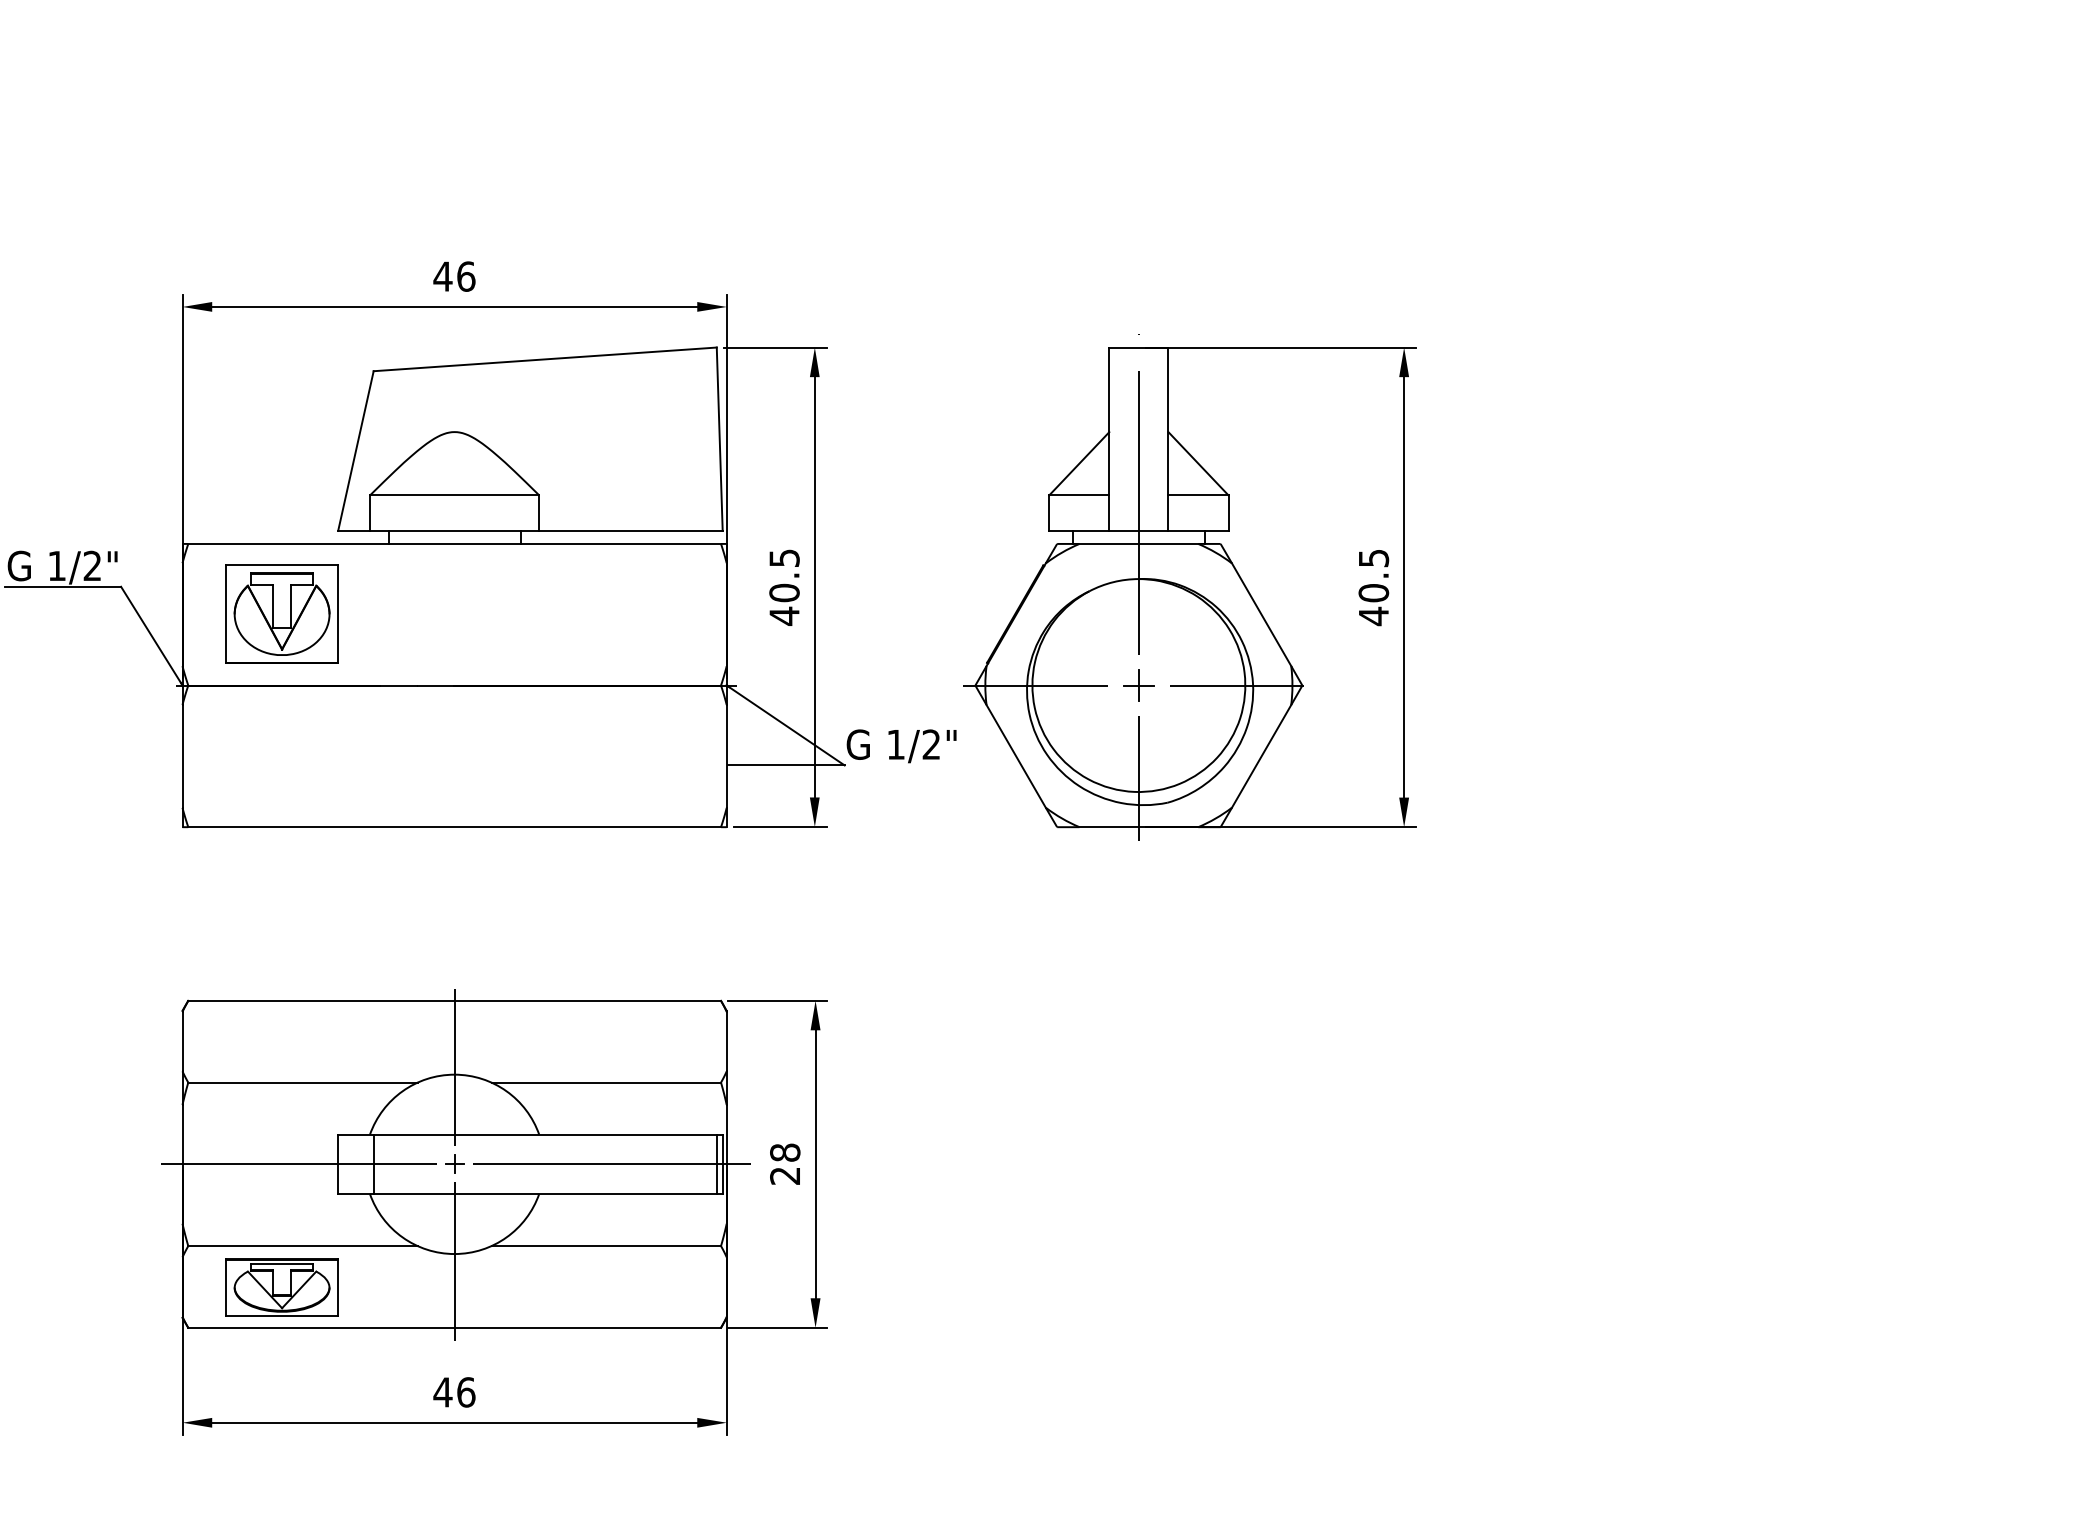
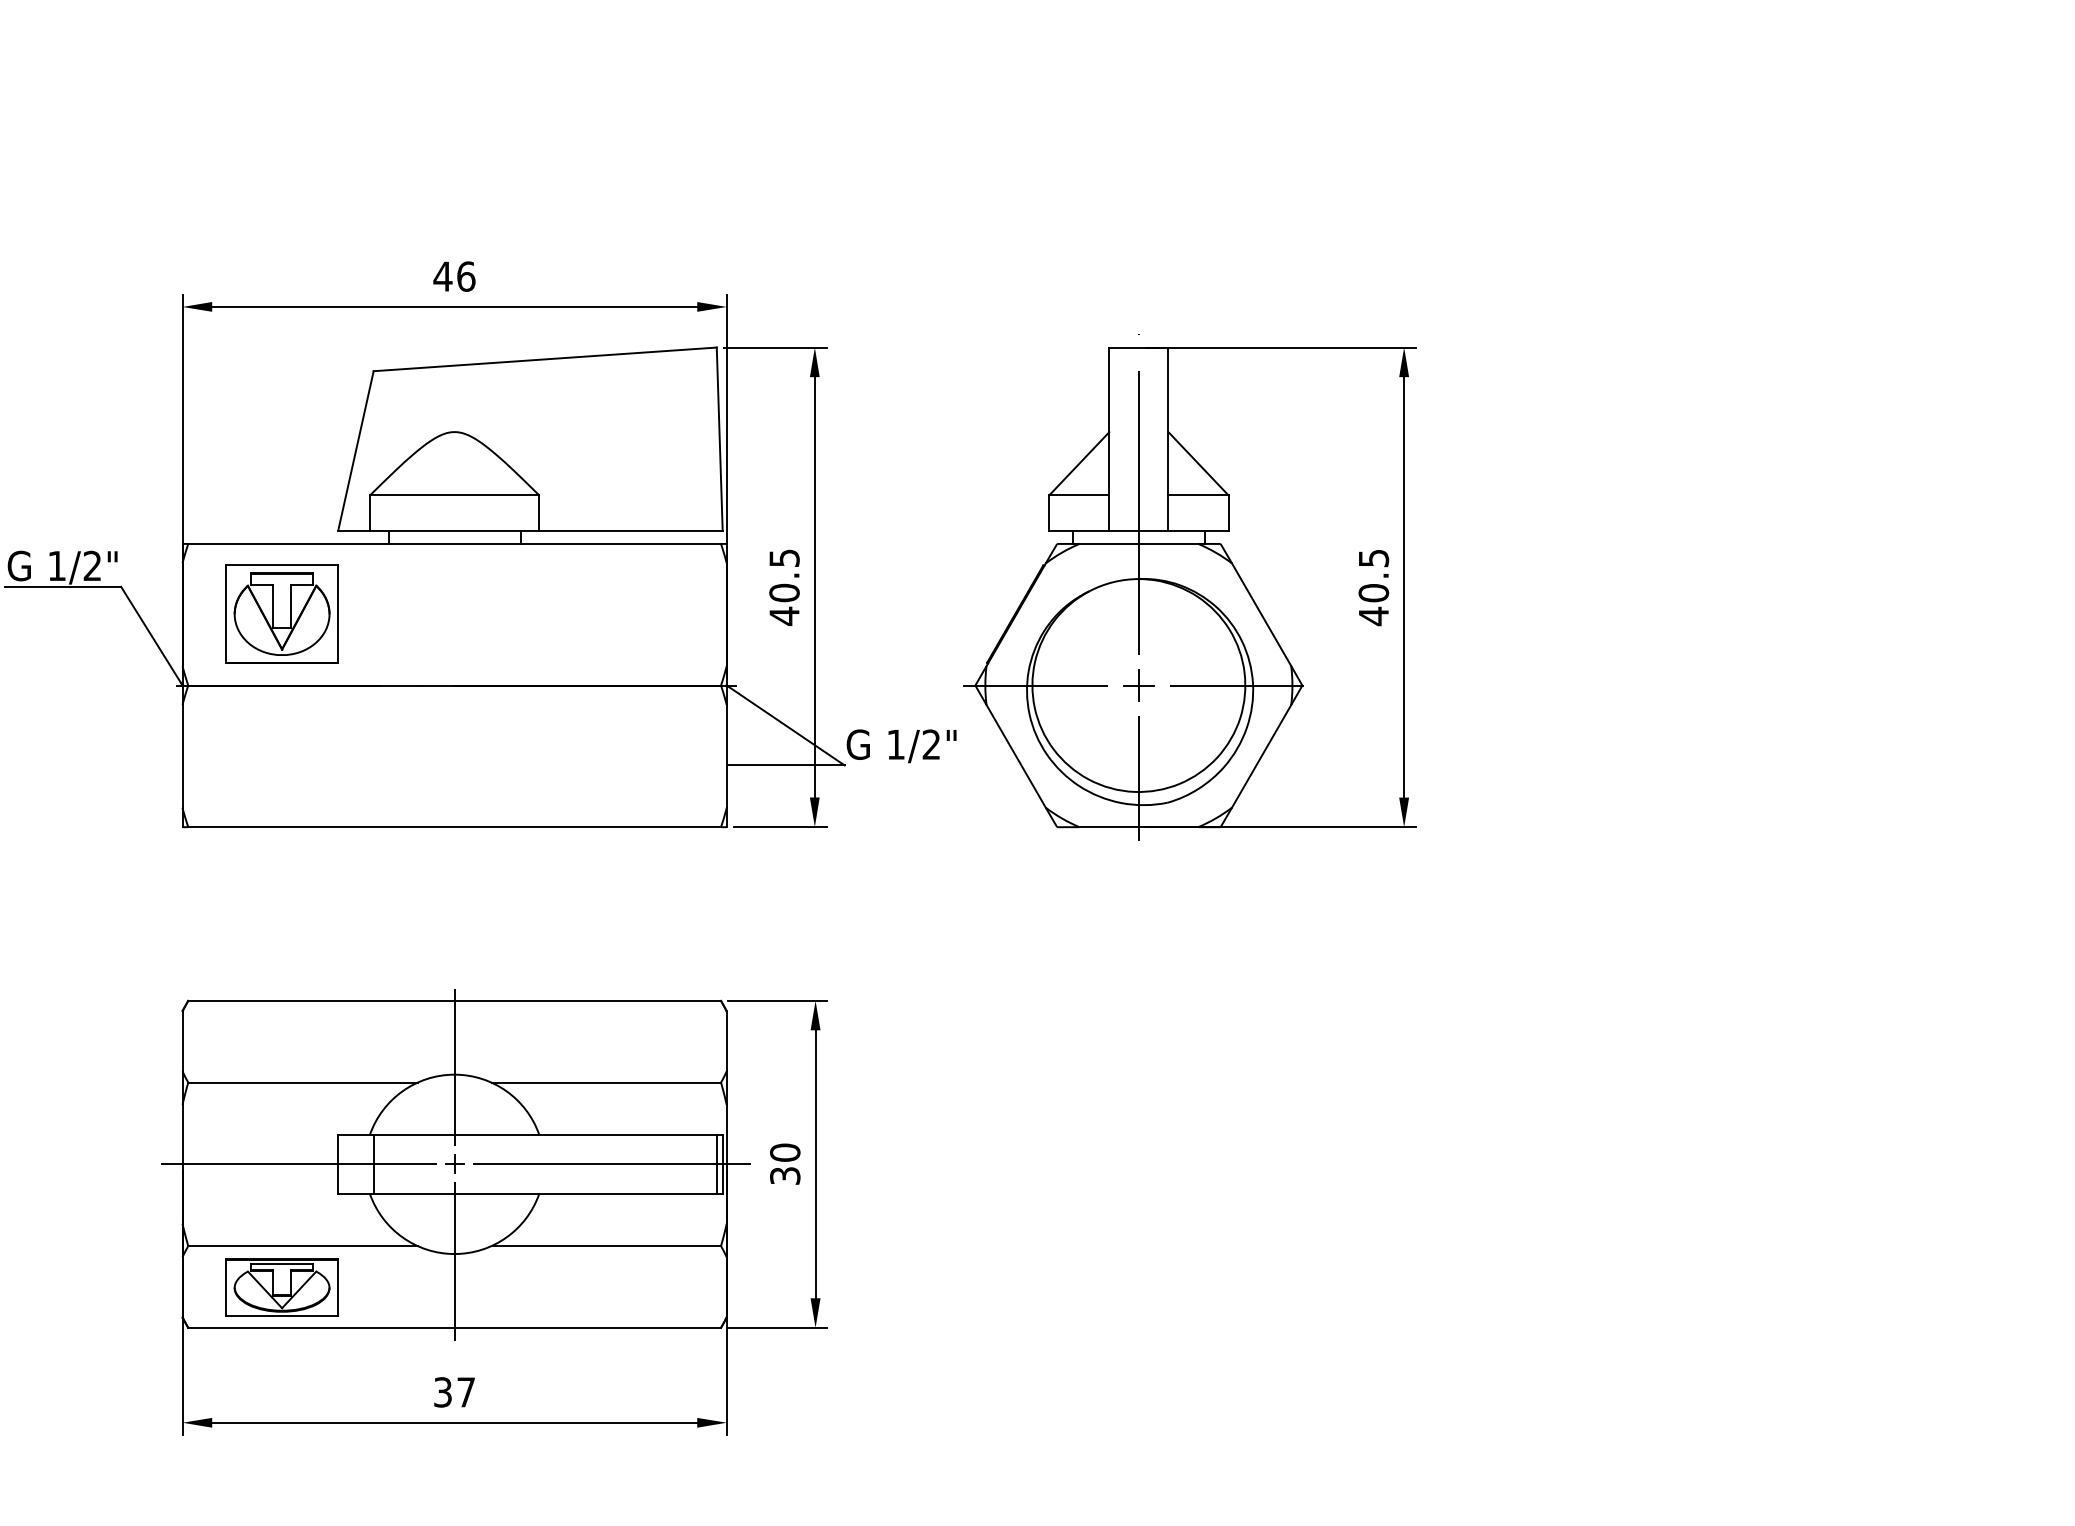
text at (785, 1163): 28 -> 30
text at (454, 1392): 46 -> 37
